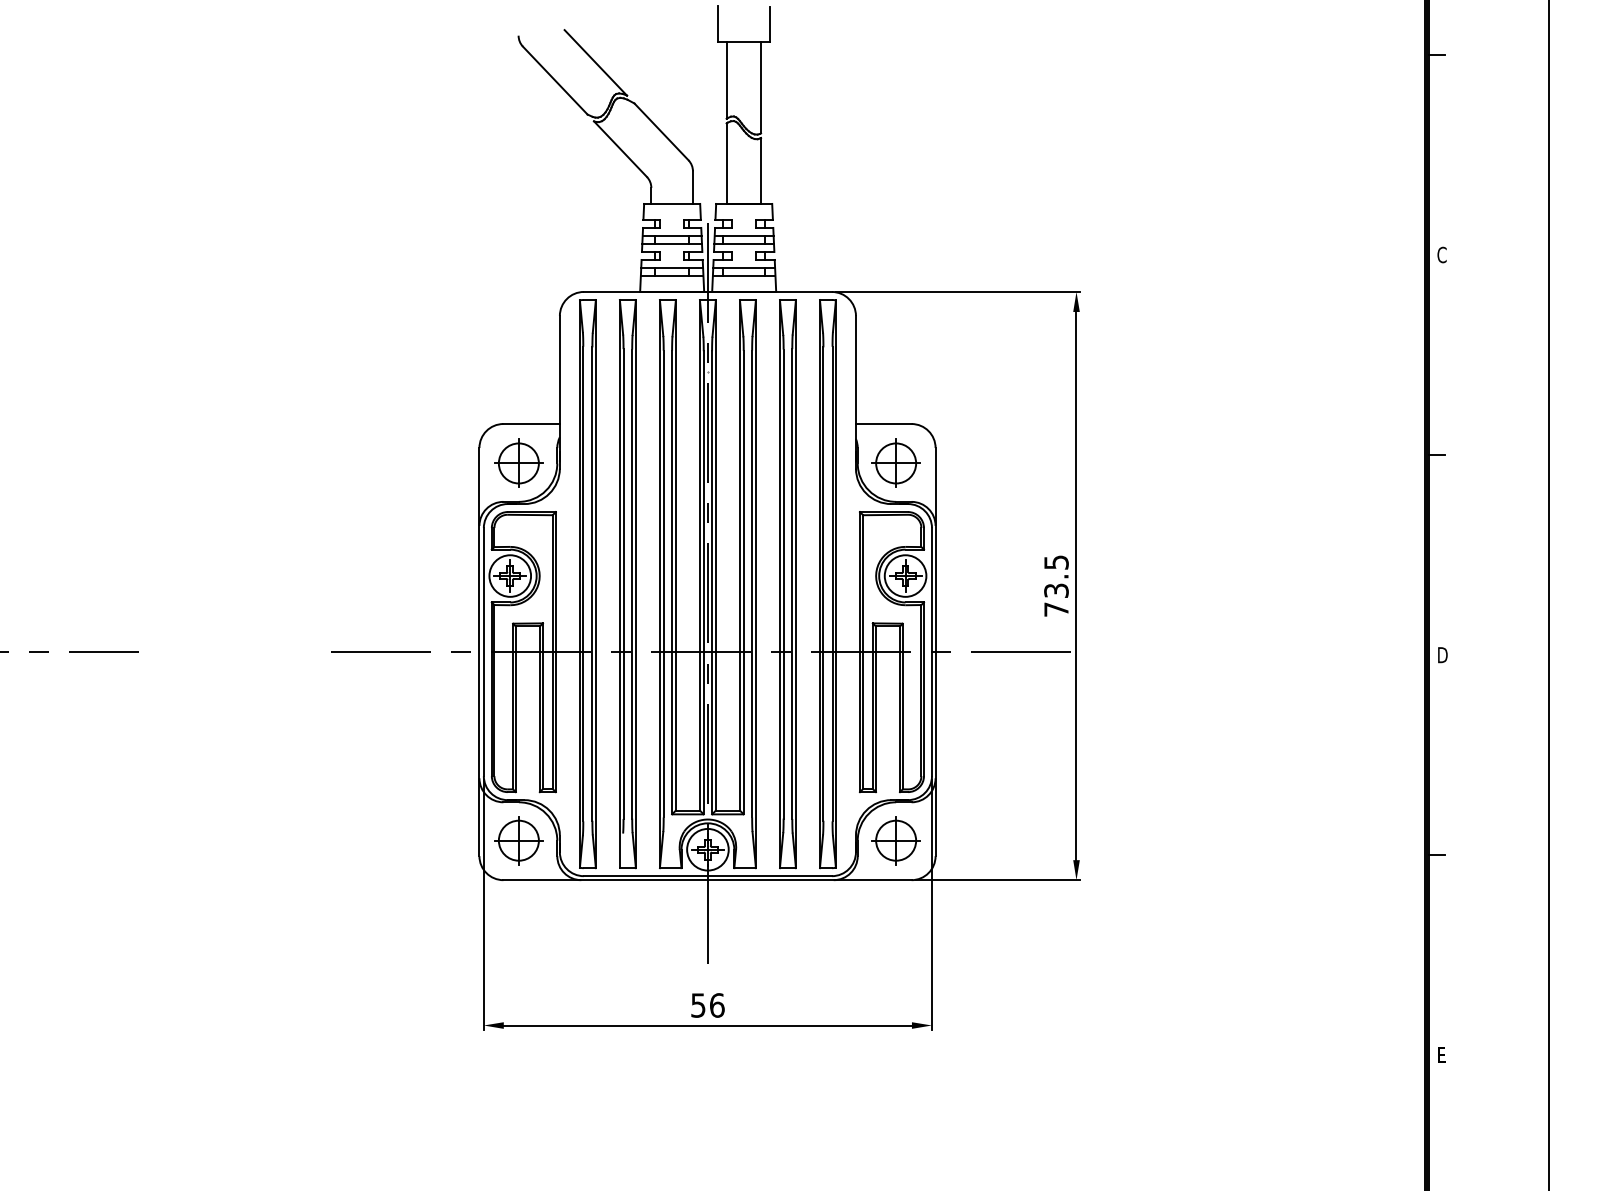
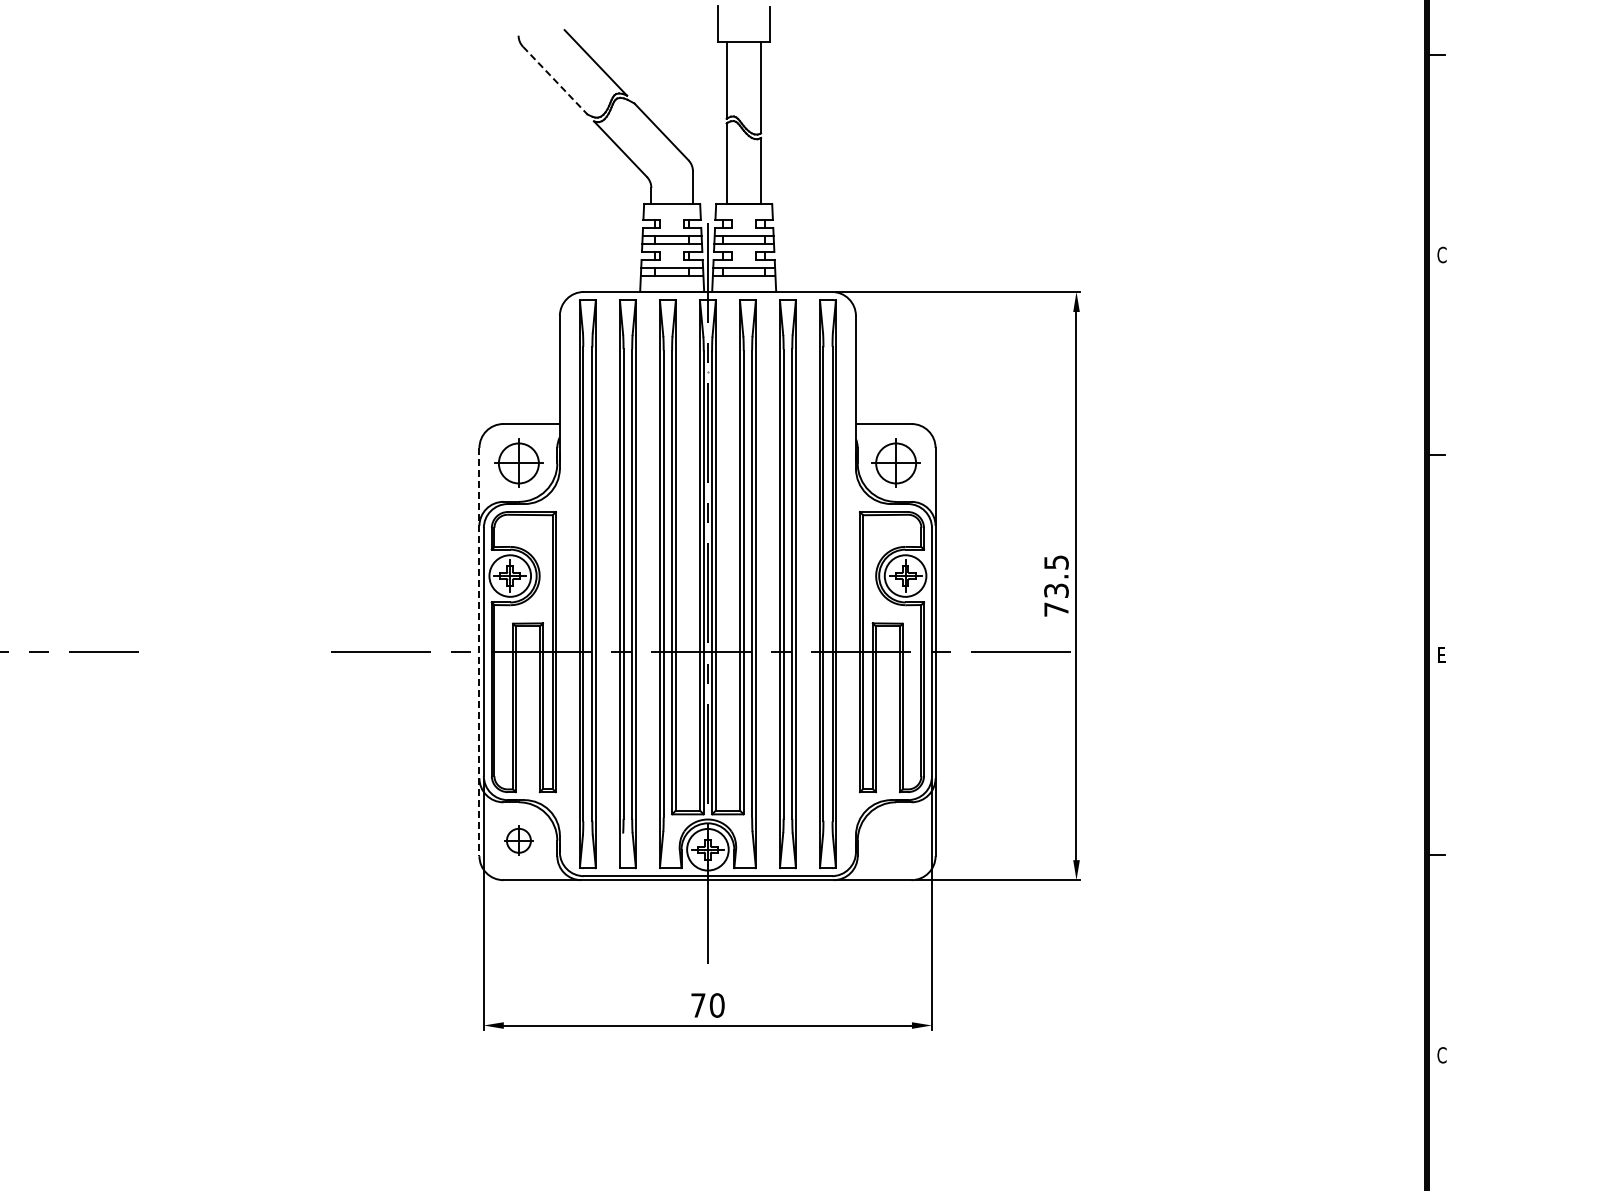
line at (555, 80): solid -> dashed
line at (1549, 594): present -> none
line at (479, 652): solid -> dashed
text at (1442, 655): D -> E
part at (518, 840) size: 50x50 px -> 30x31 px
part at (895, 840): present -> none
text at (707, 1005): 56 -> 70
text at (1441, 1055): E -> C
